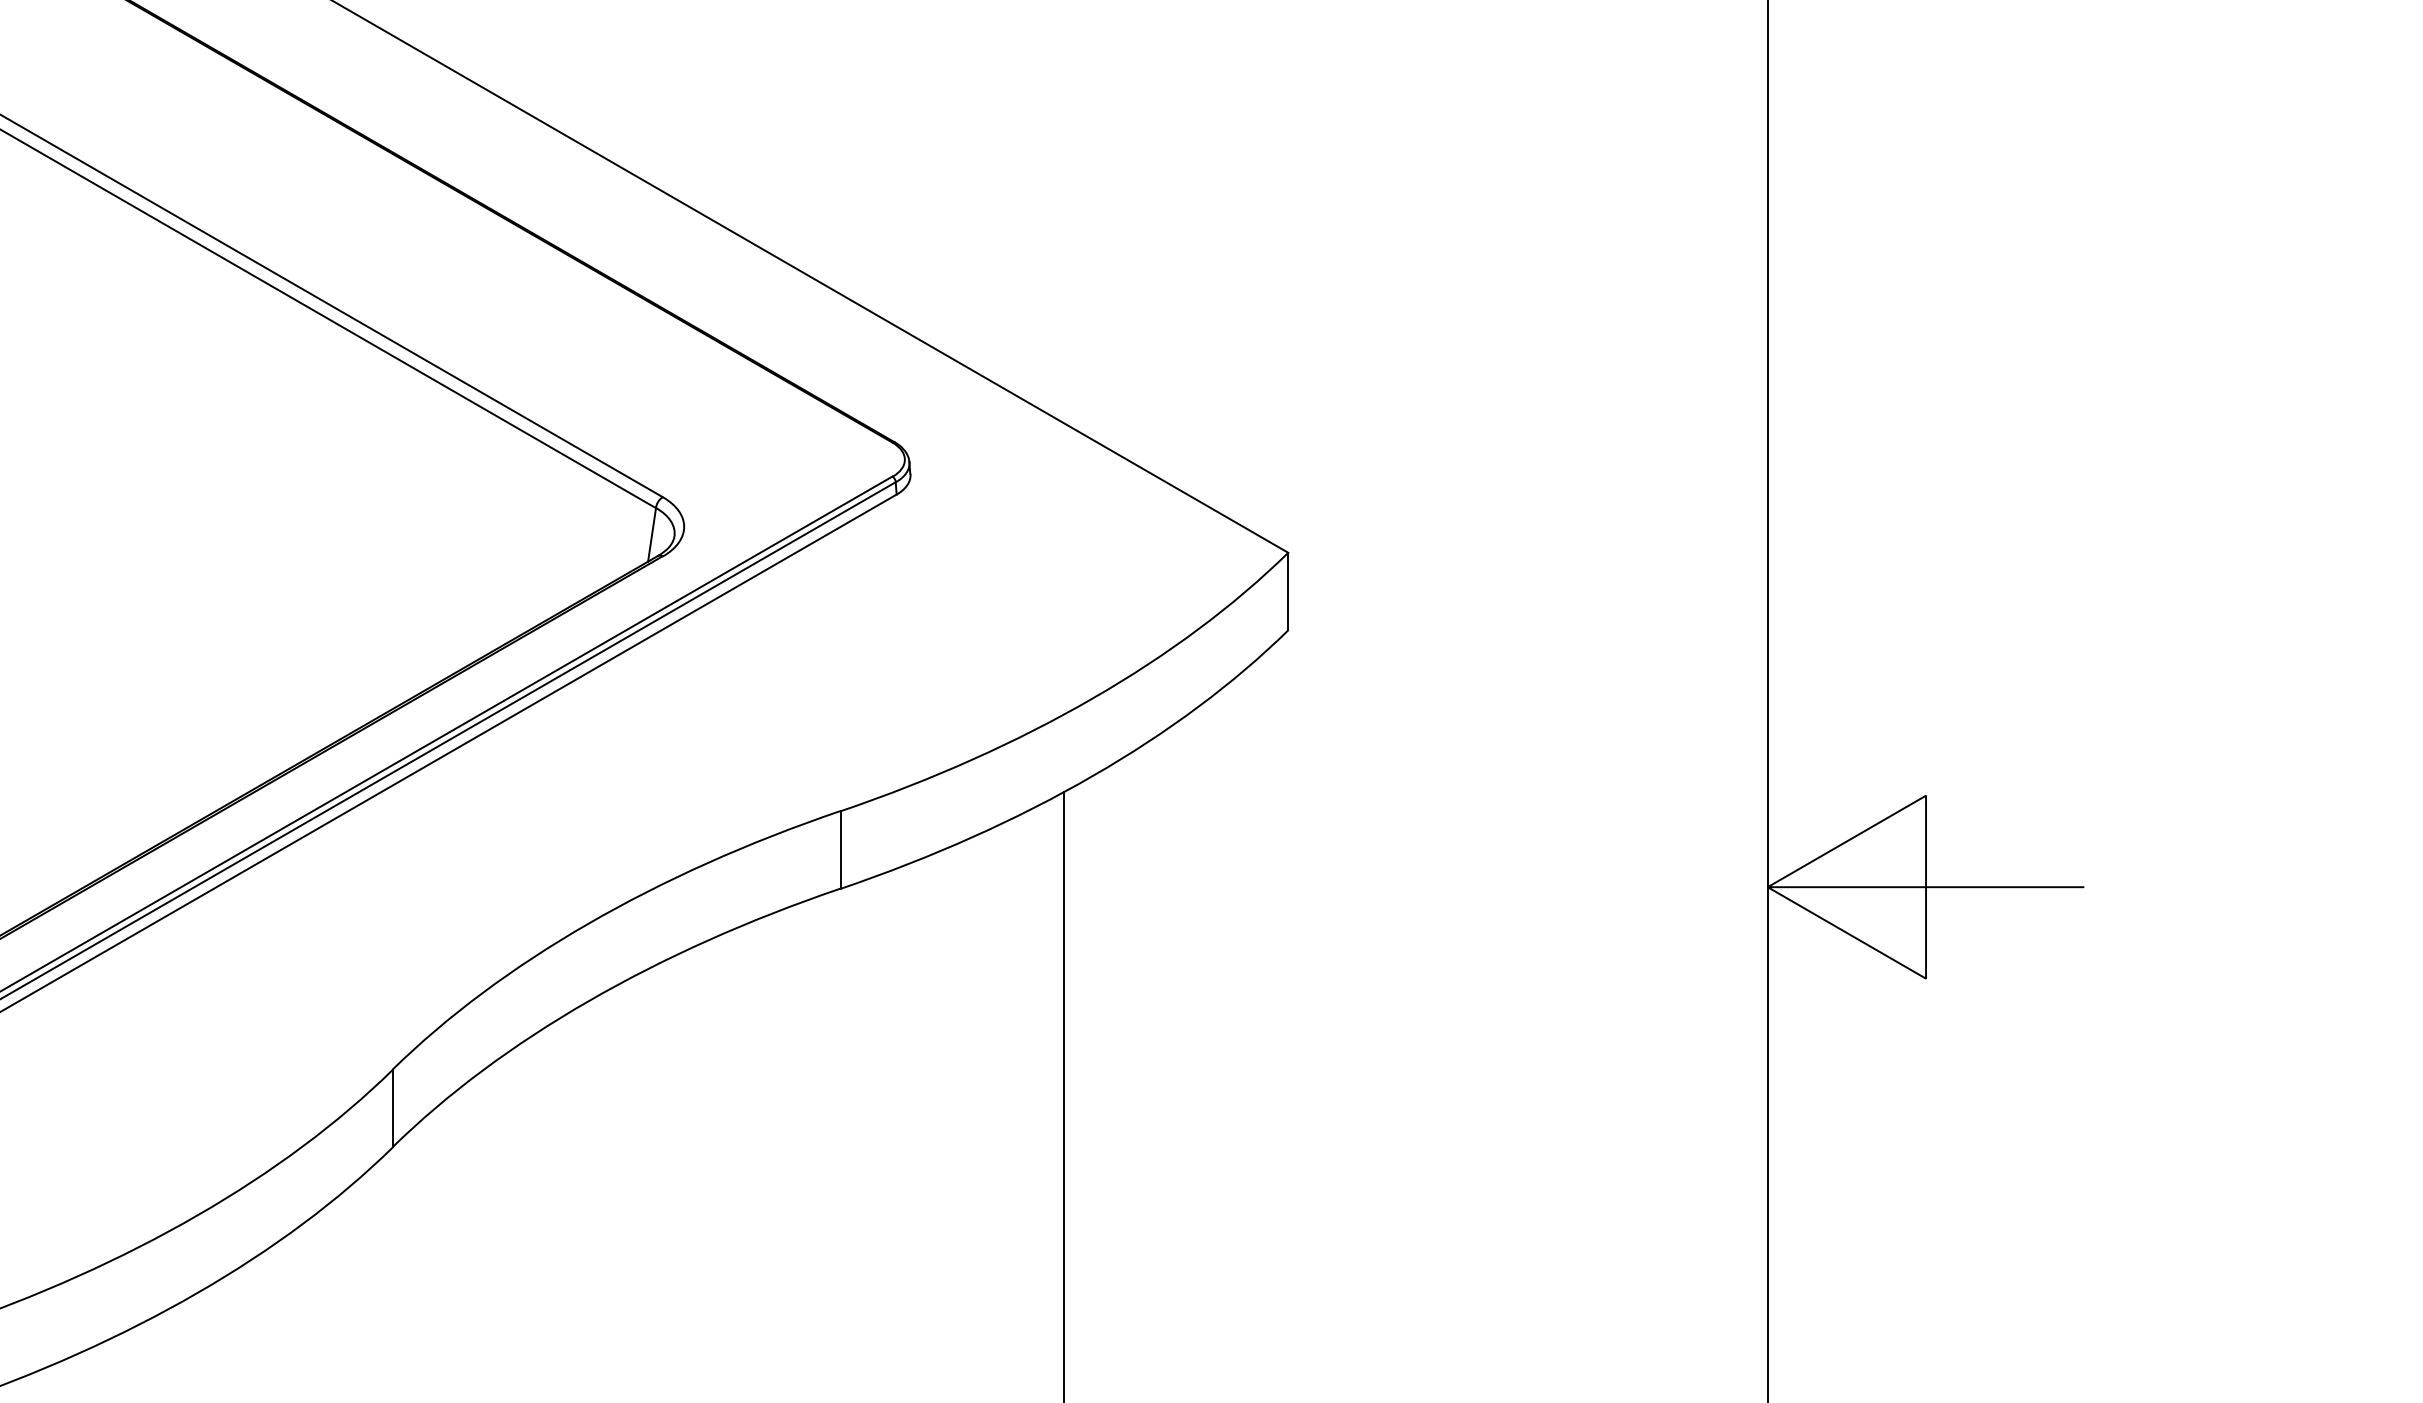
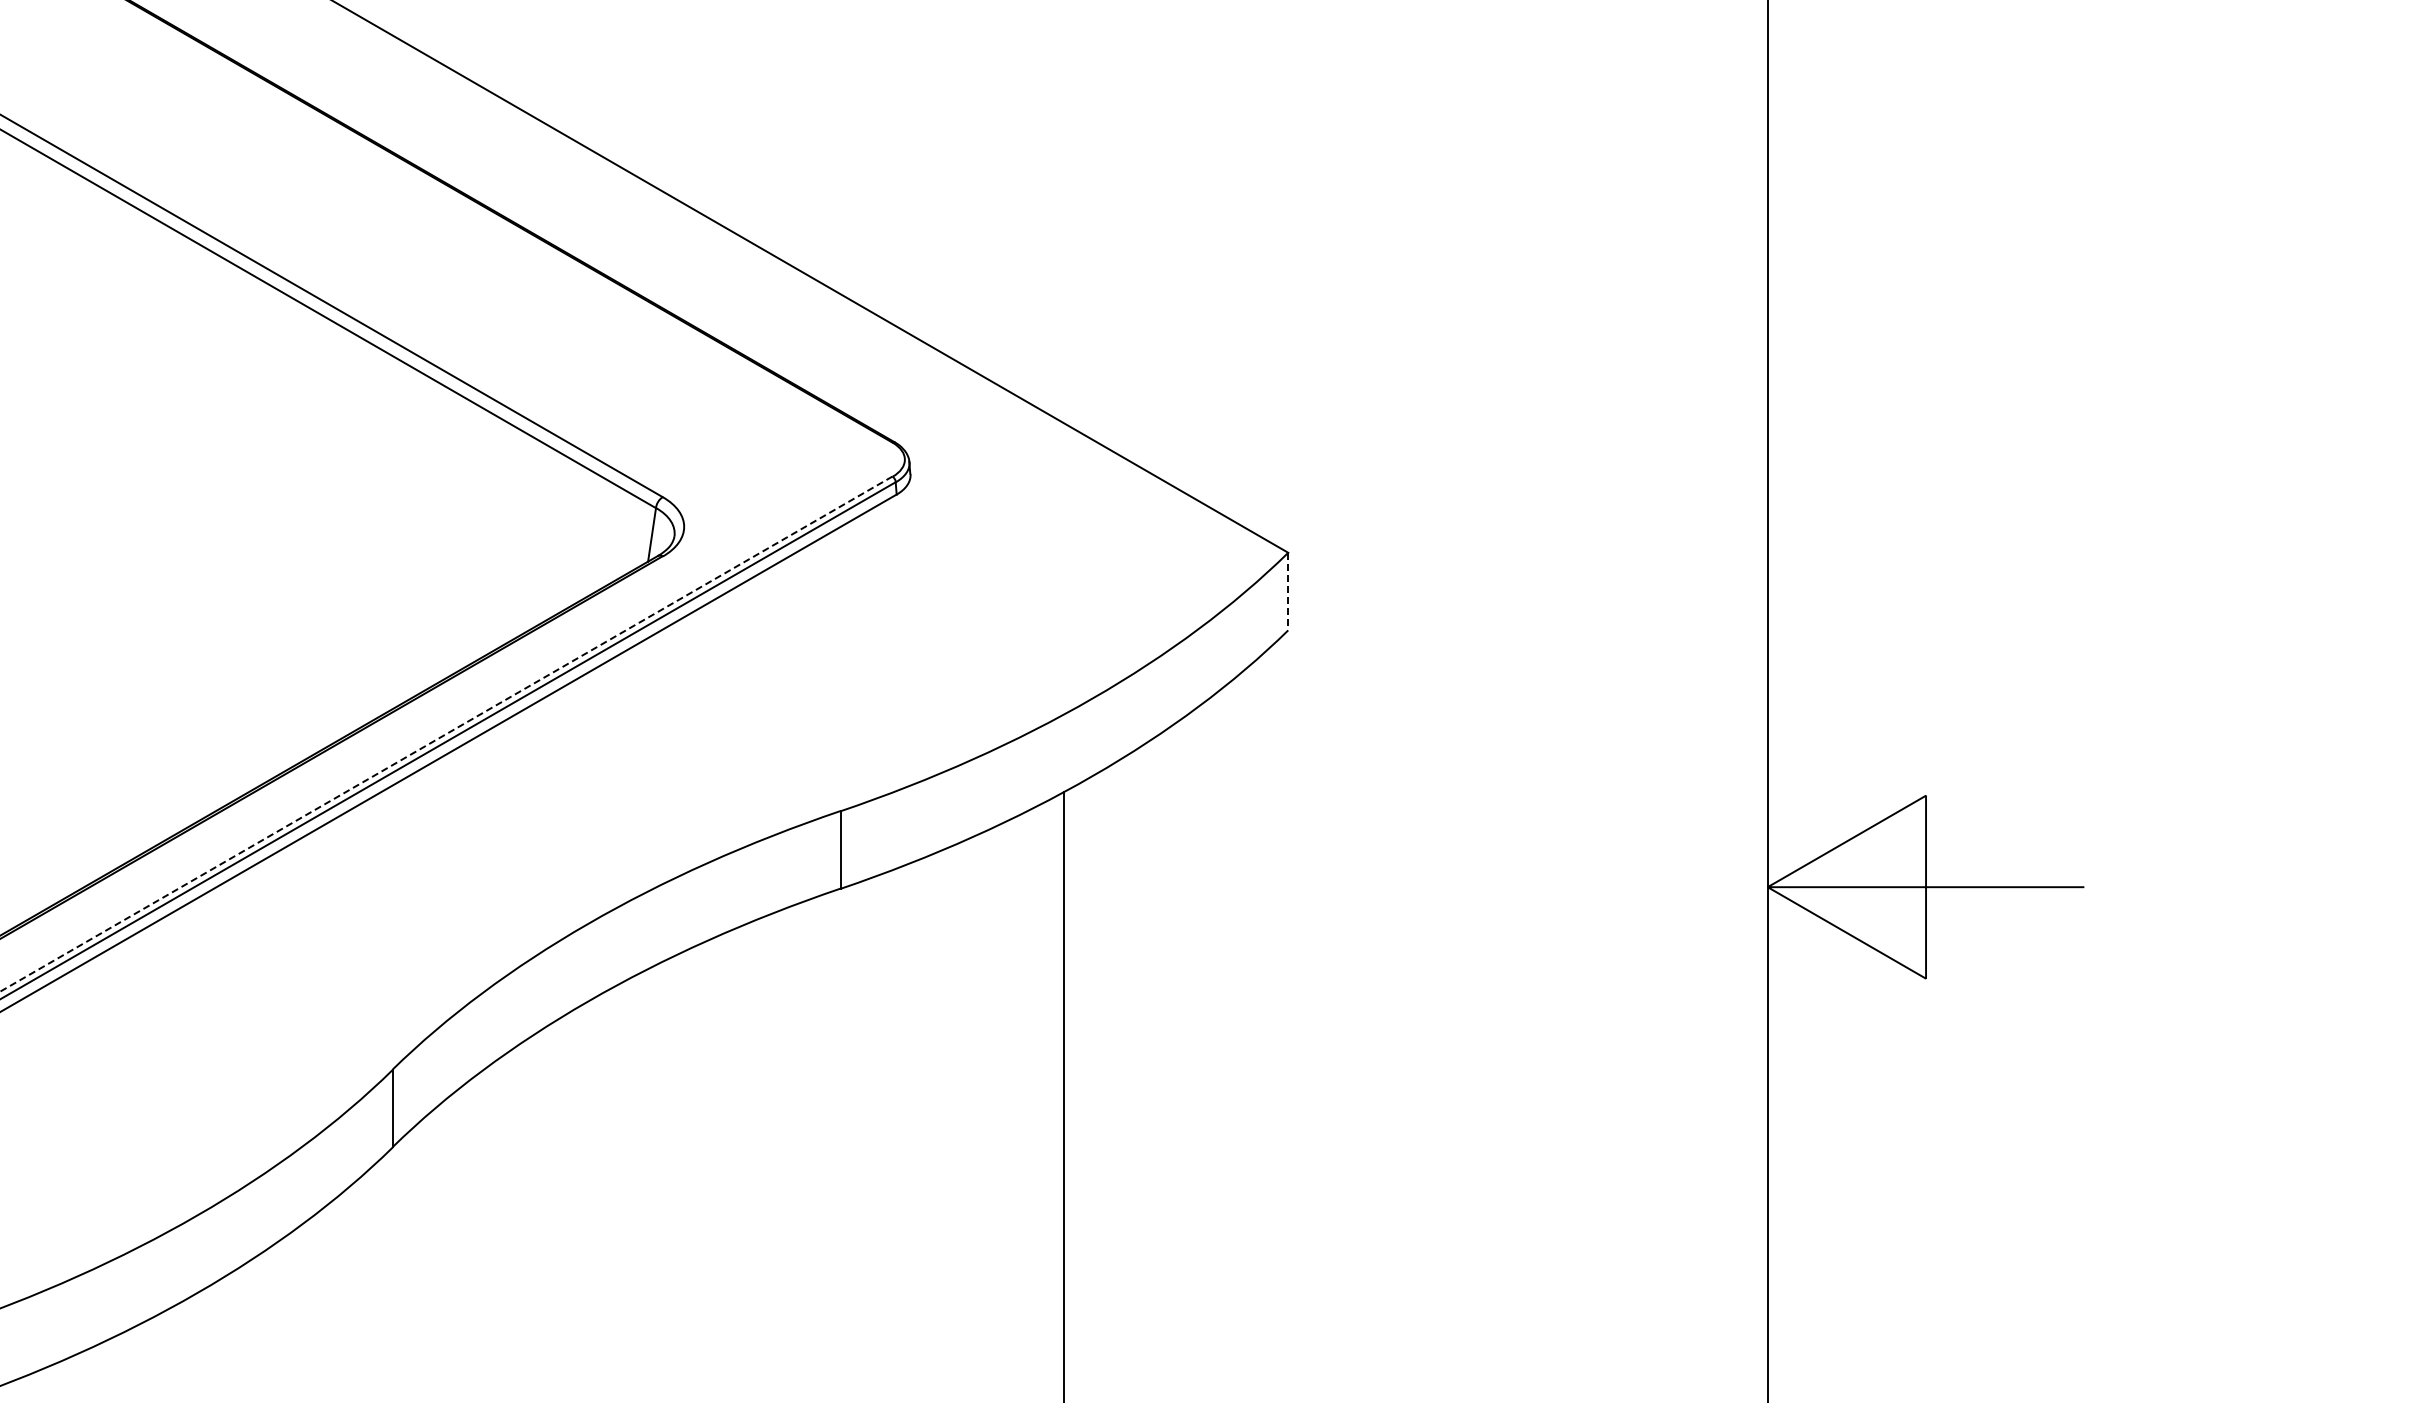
line at (1288, 591): solid -> dashed
line at (445, 734): solid -> dashed
